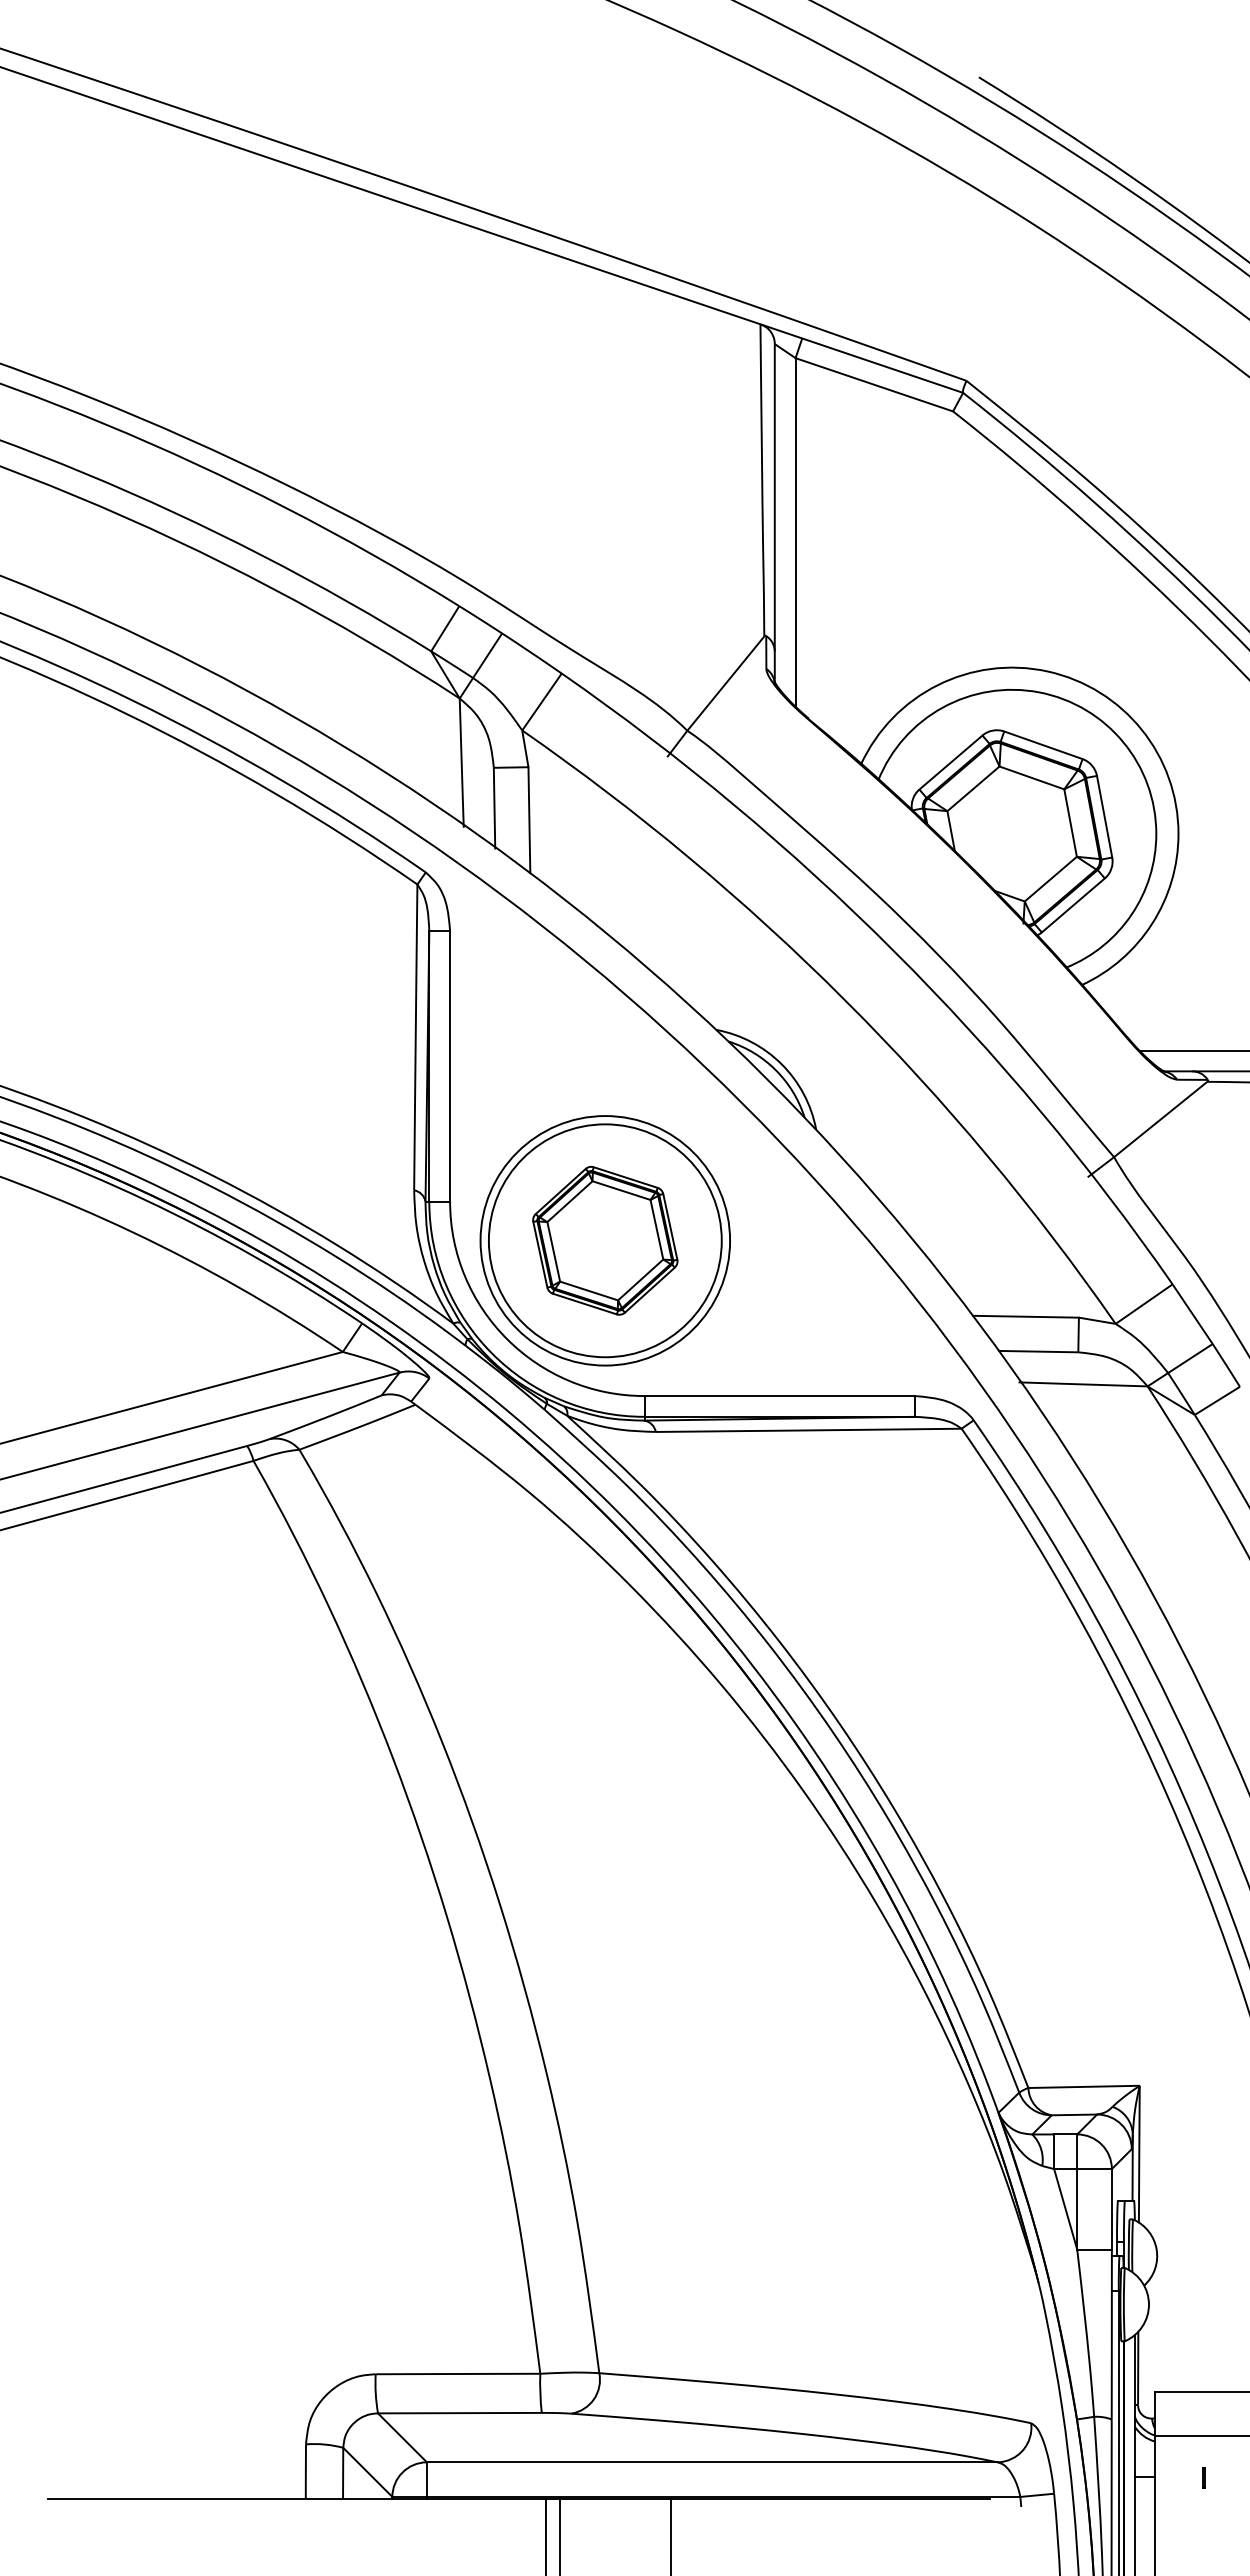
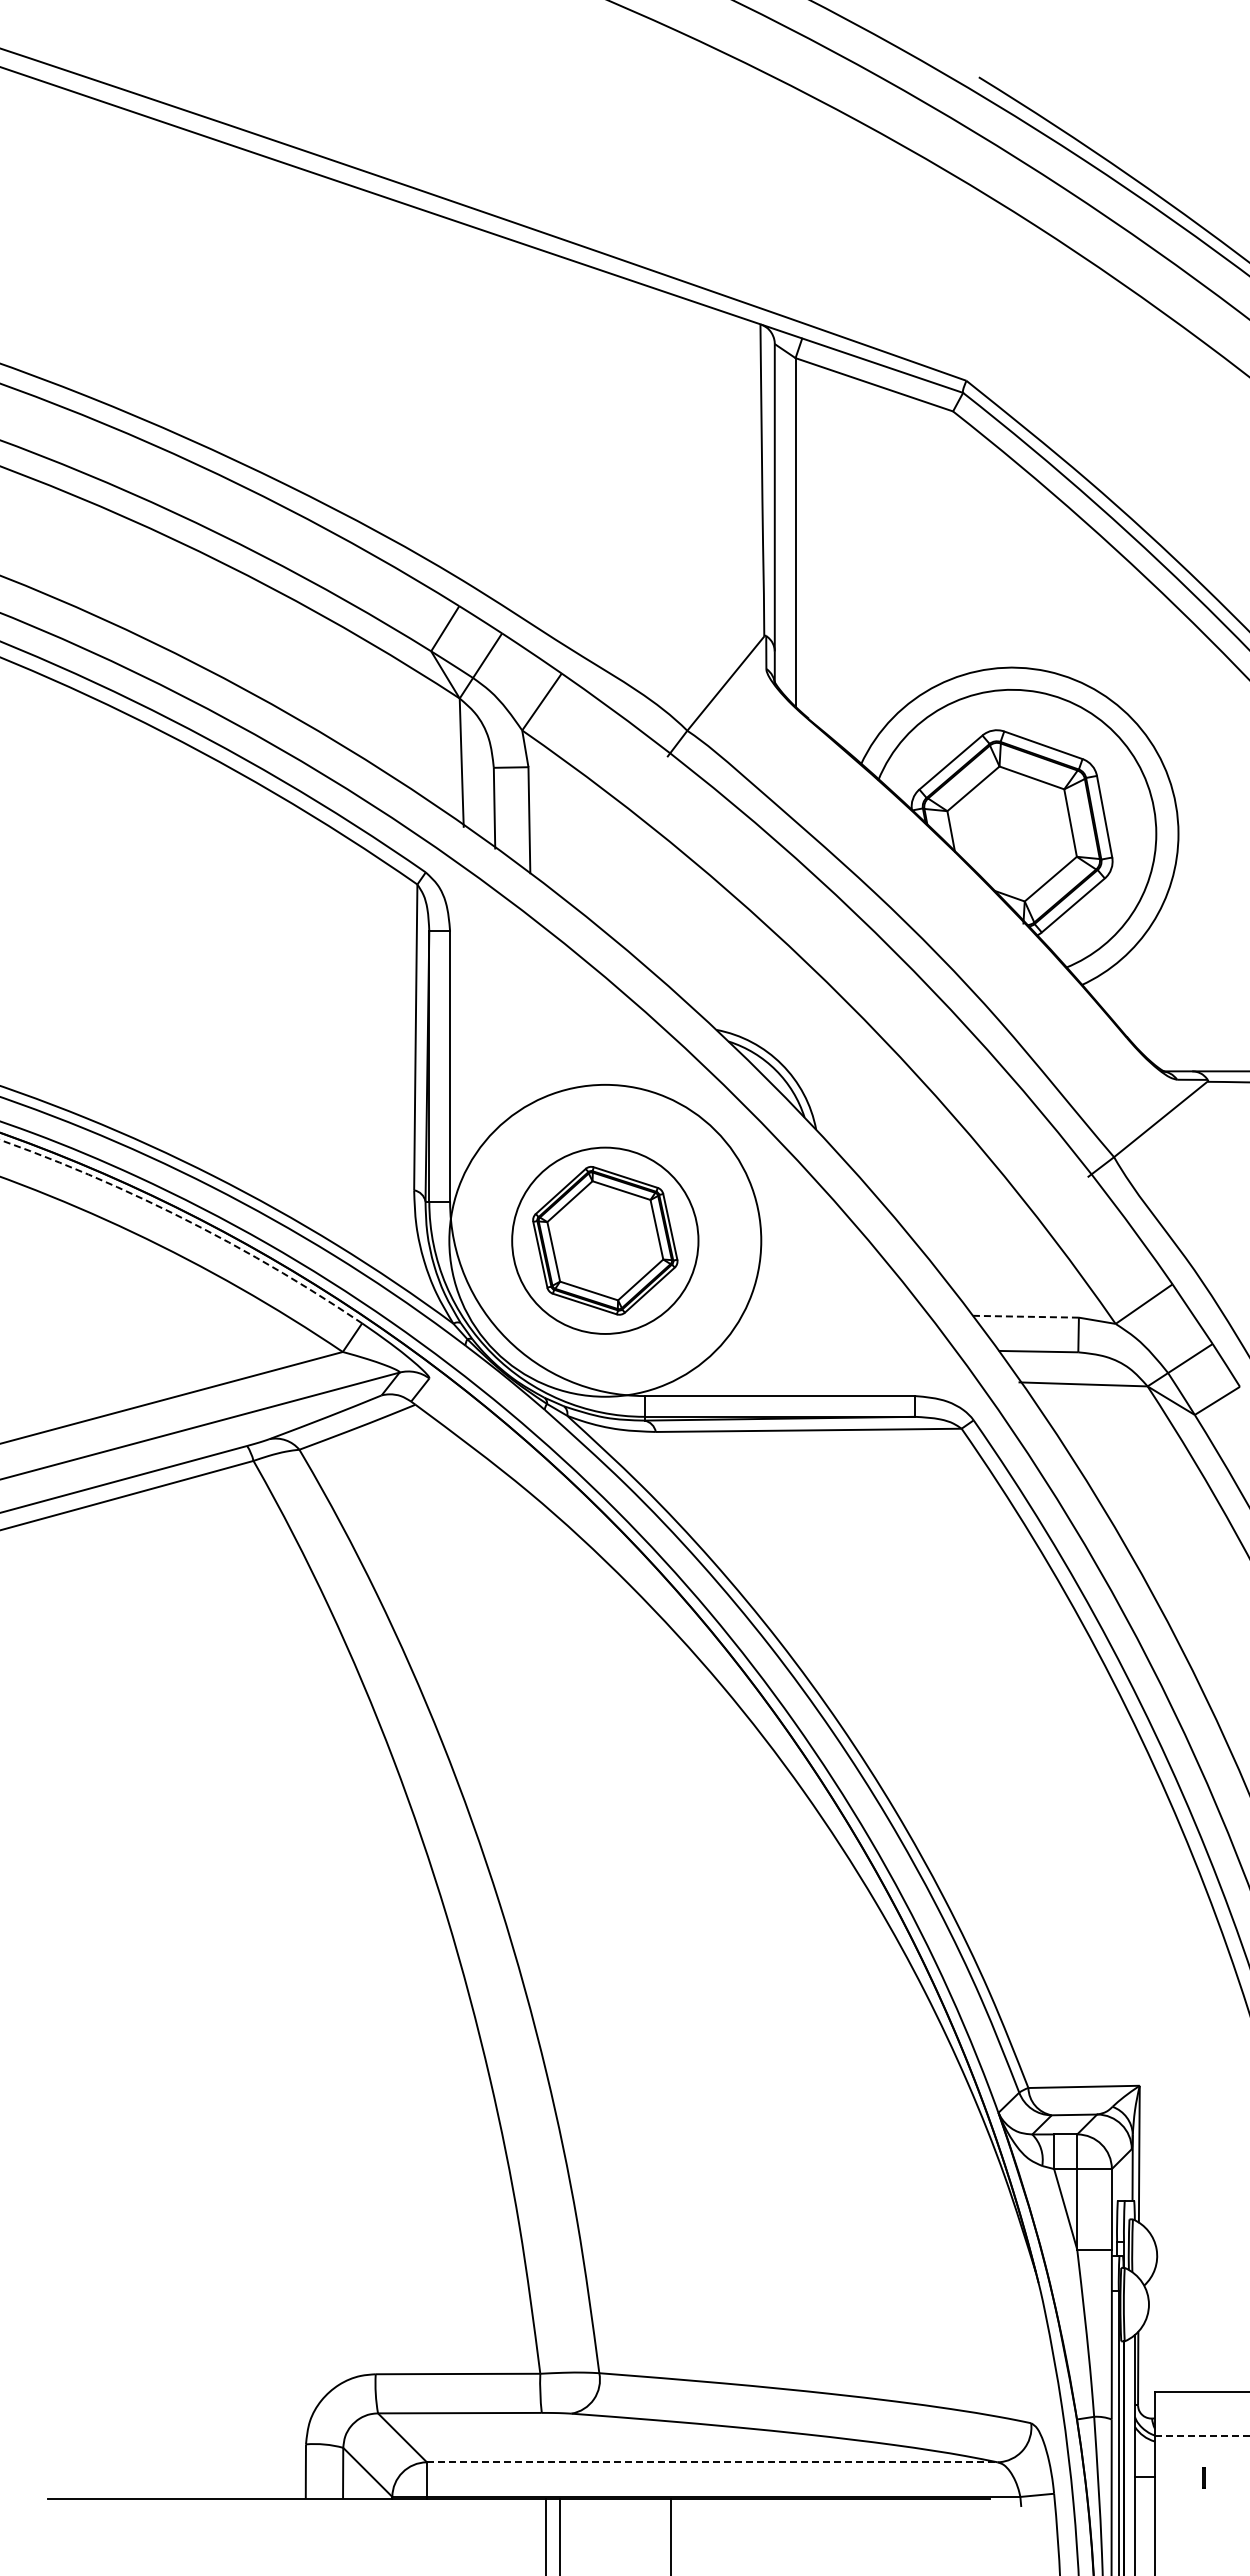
line at (1192, 1050): present -> none
arc at (187, 1220): solid -> dashed
circle at (604, 1240) diameter: 233 px -> 186 px
circle at (605, 1240) diameter: 250 px -> 312 px
line at (1025, 1316): solid -> dashed
line at (1202, 2436): solid -> dashed
line at (712, 2462): solid -> dashed
